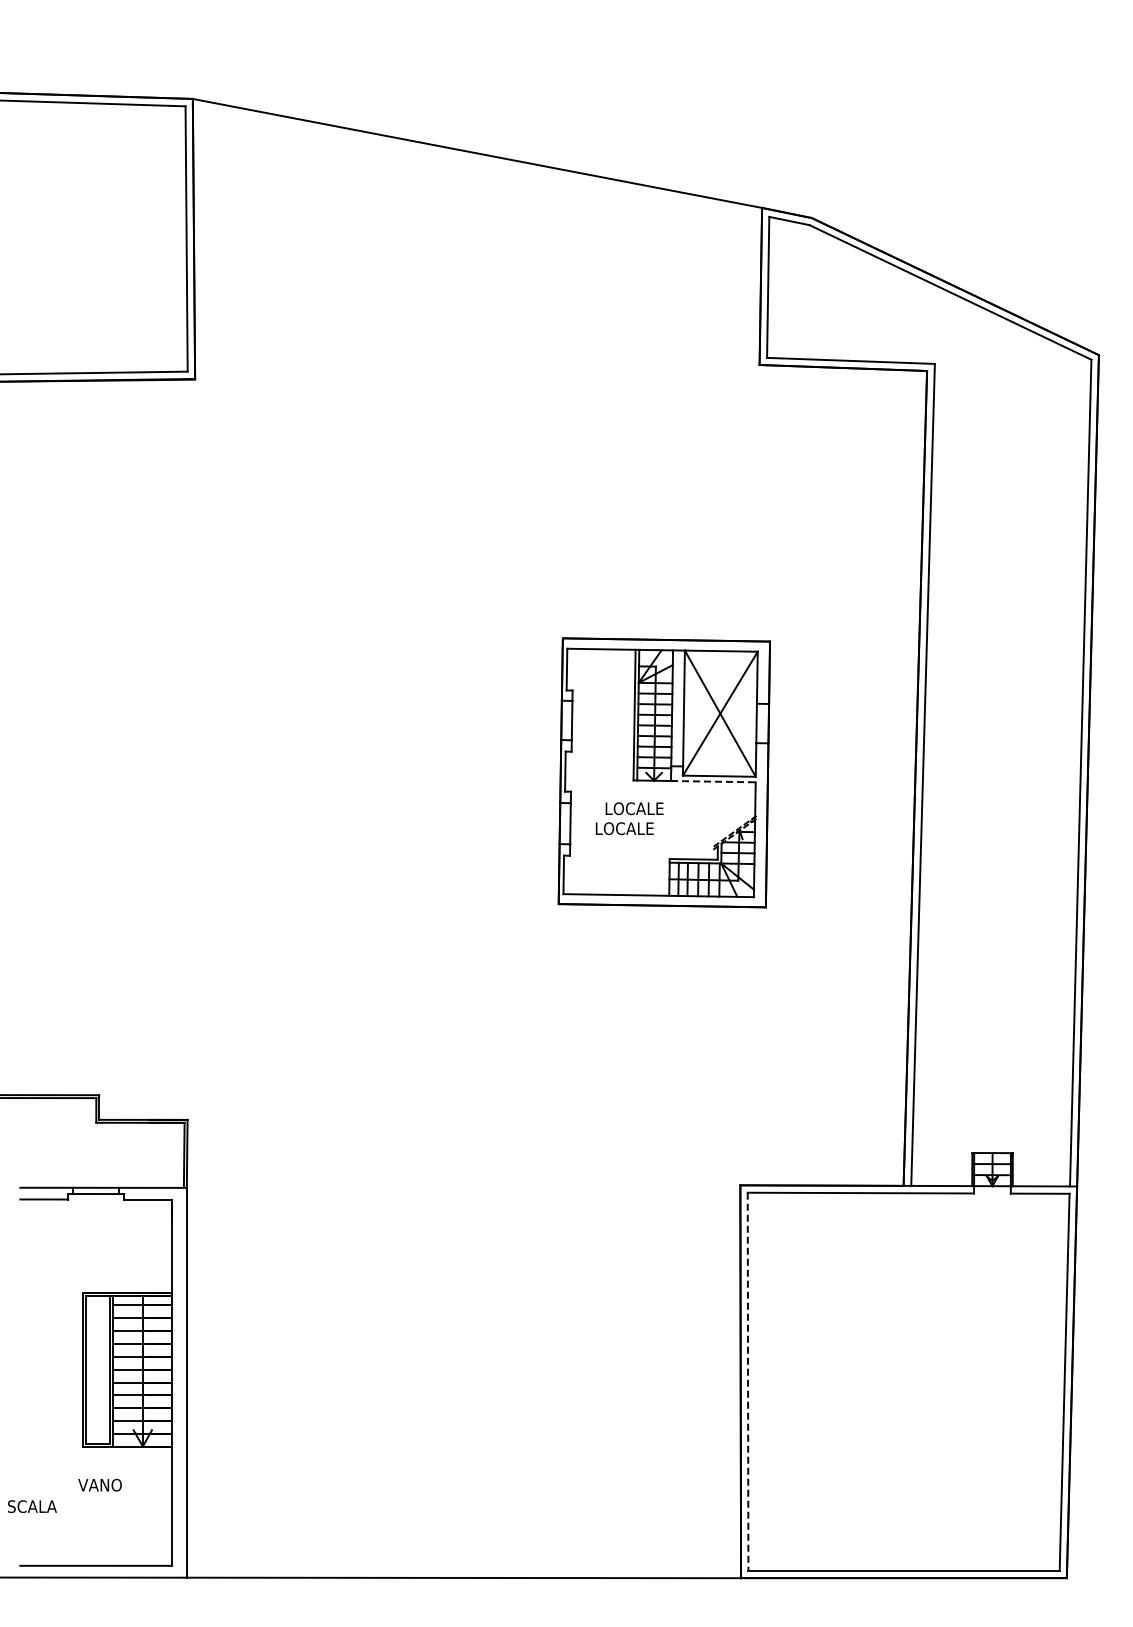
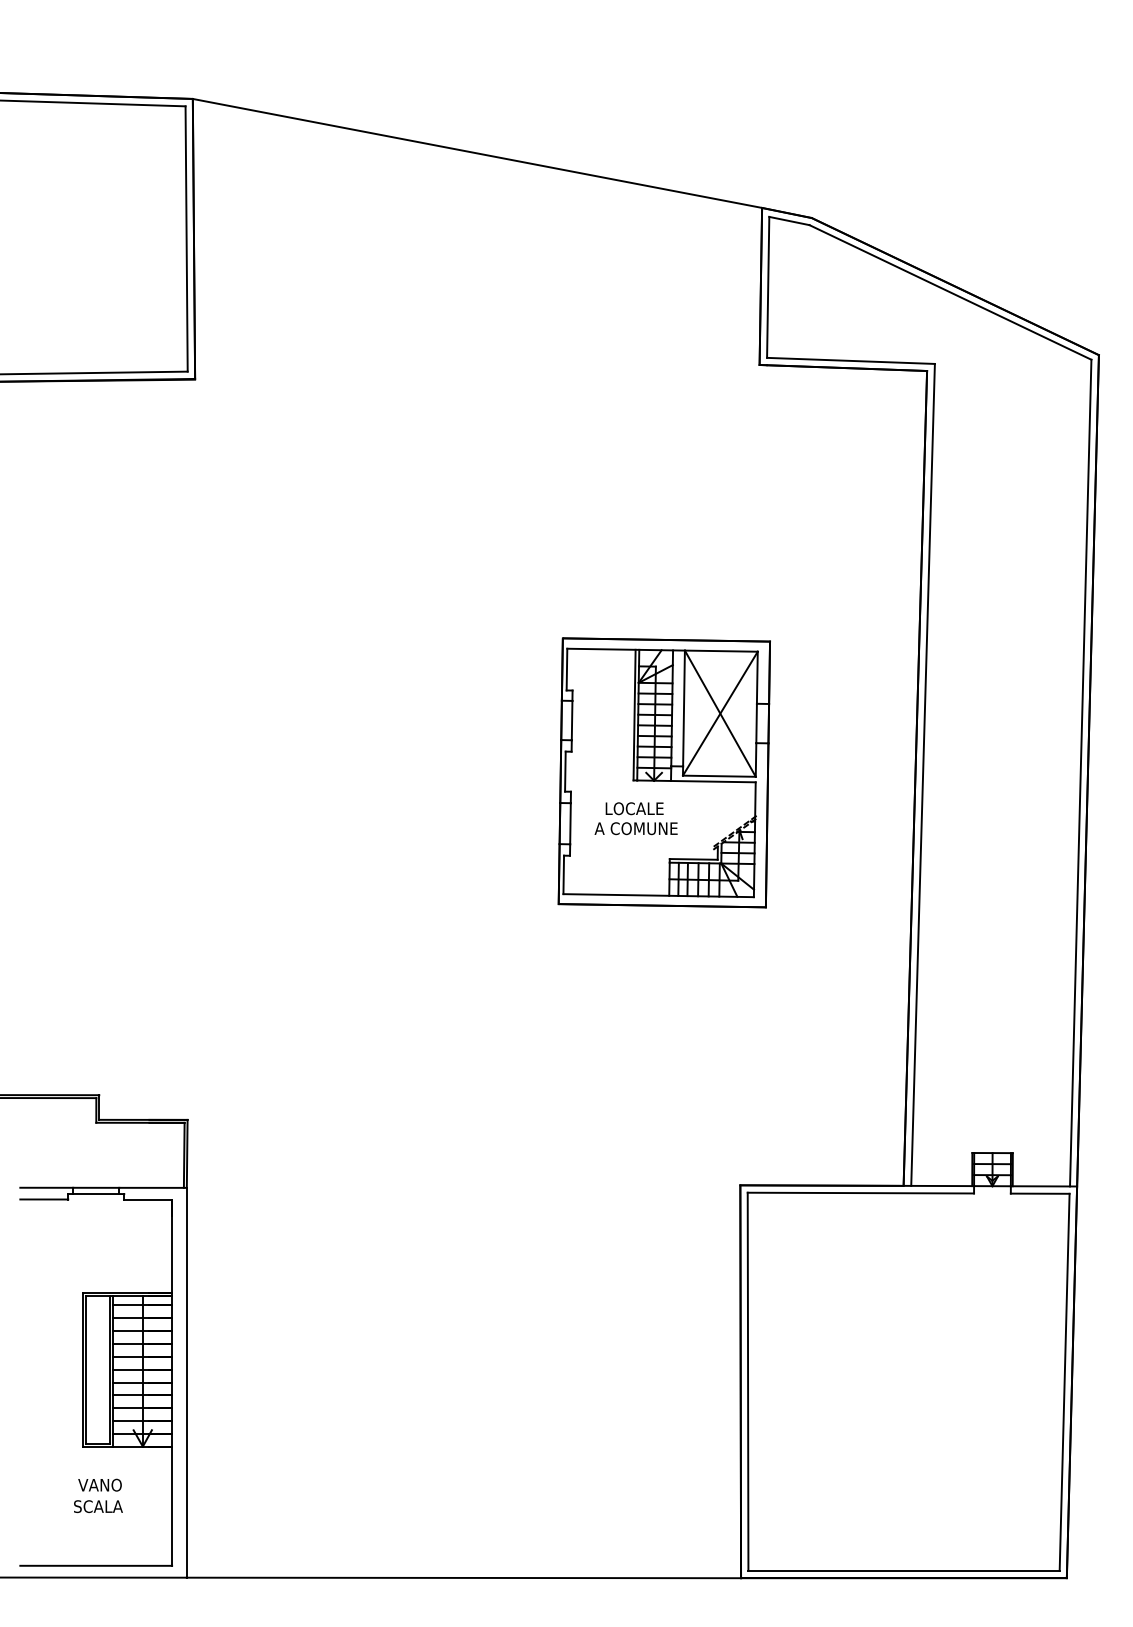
line at (713, 781): dashed -> solid
text at (635, 828): LOCALE -> A COMUNE
line at (748, 1382): dashed -> solid
text at (32, 1506) position: (32, 1506) -> (98, 1506)
